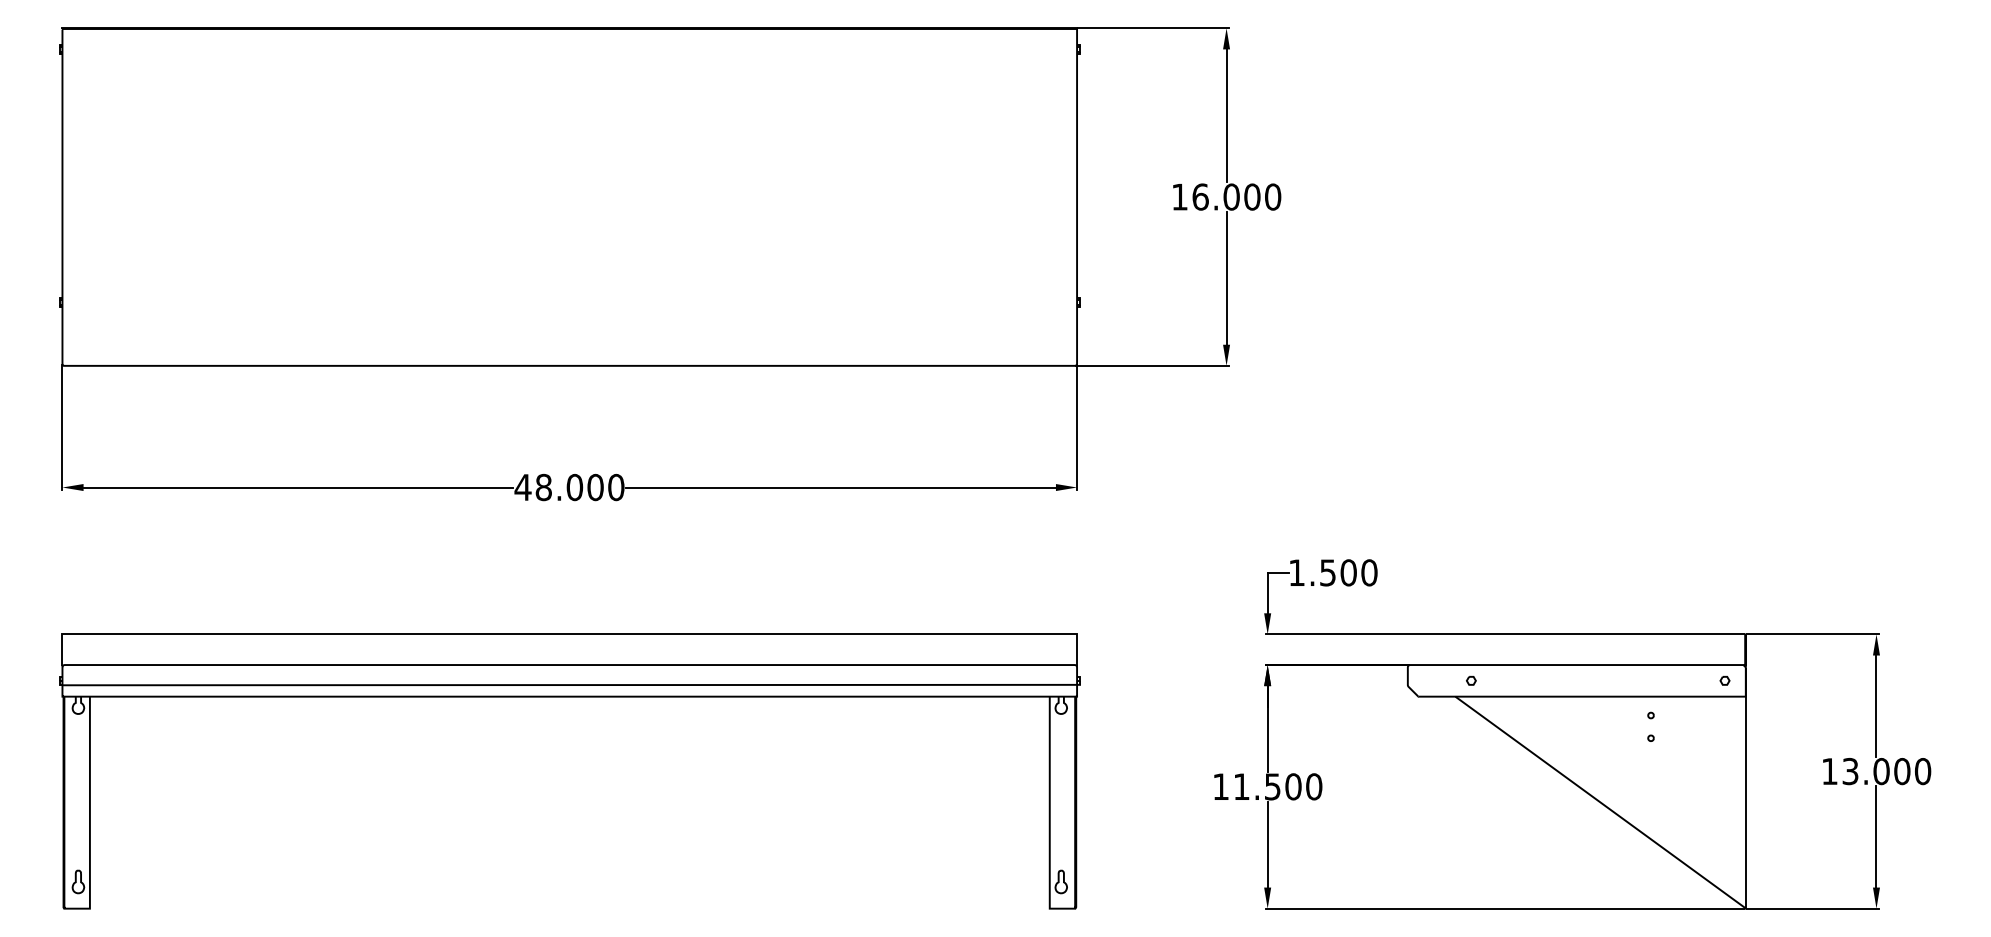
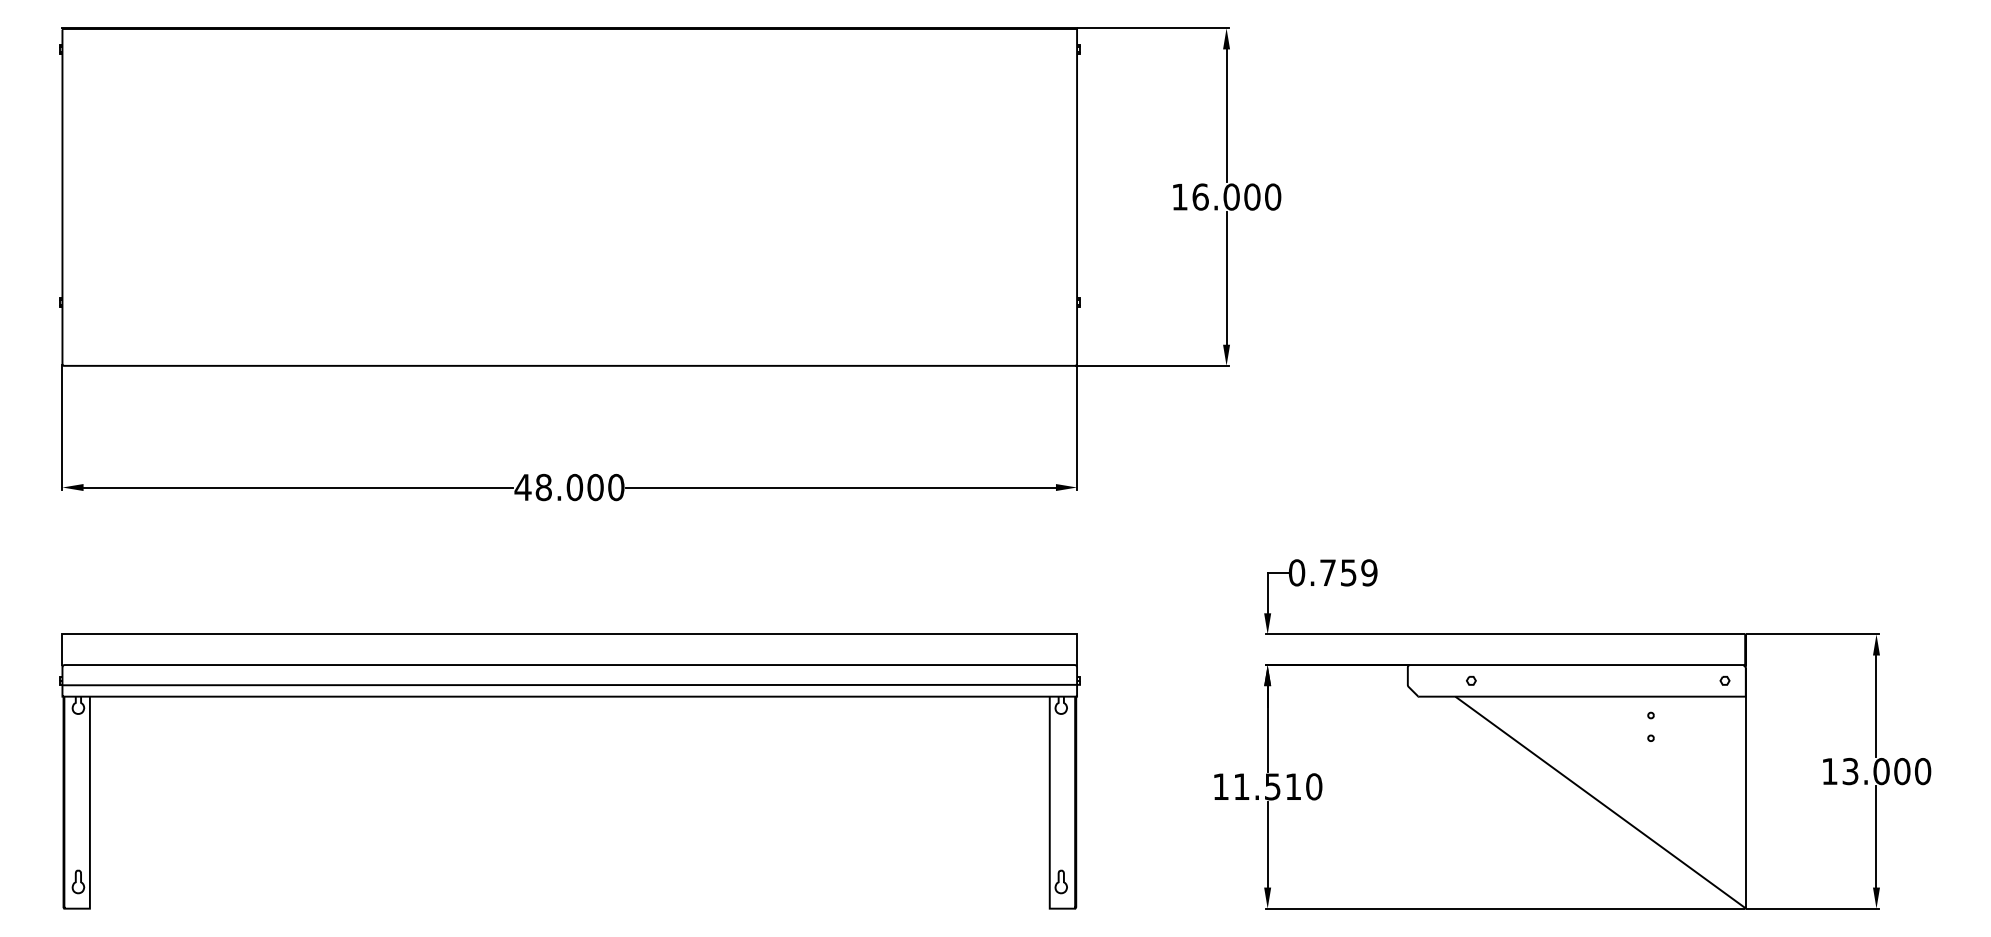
text at (1332, 572): 1.500 -> 0.759
text at (1293, 786): 11.500 -> 11.510
